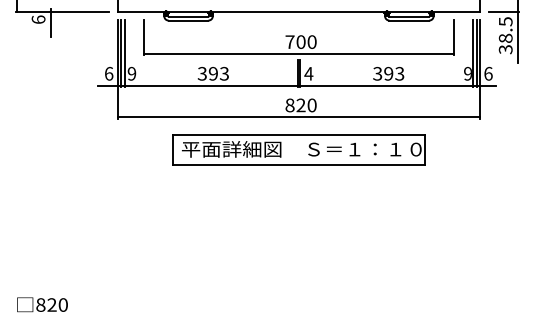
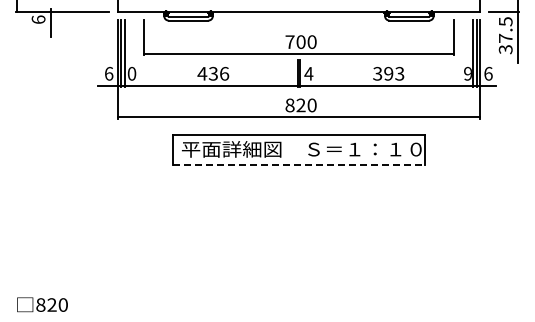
text at (505, 37): 38.5 -> 37.5
text at (131, 73): 9 -> 0
text at (213, 73): 393 -> 436
line at (299, 165): solid -> dashed
